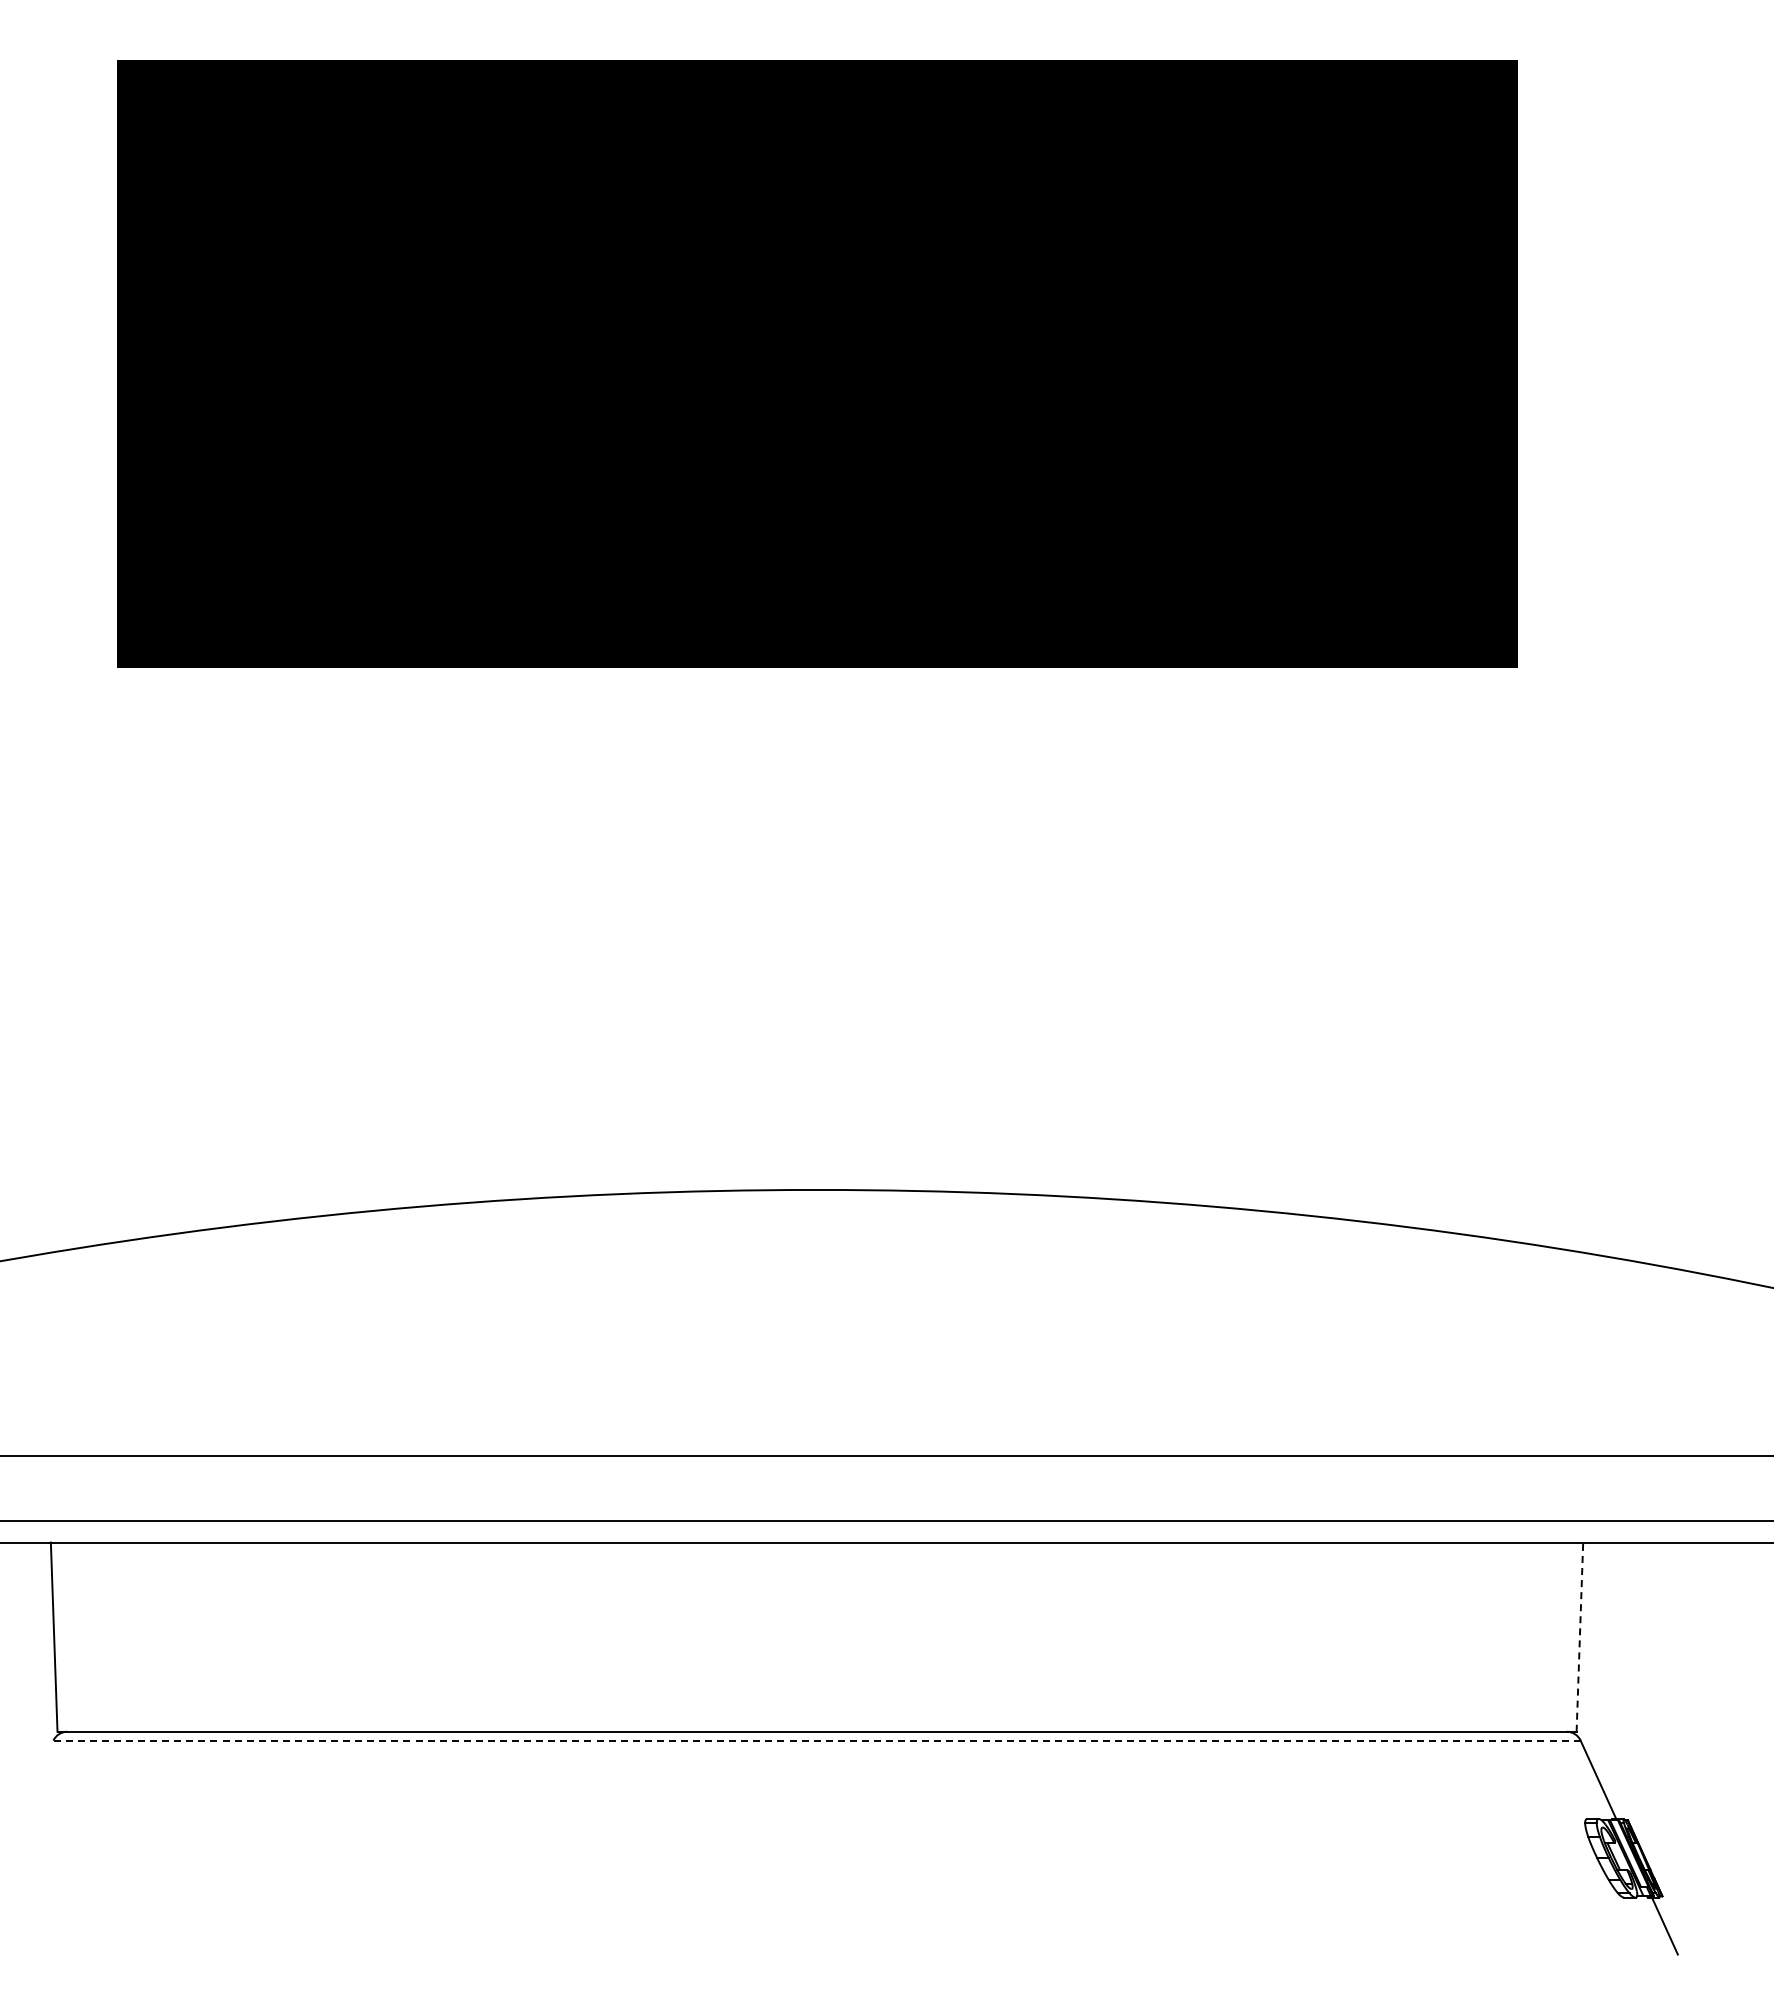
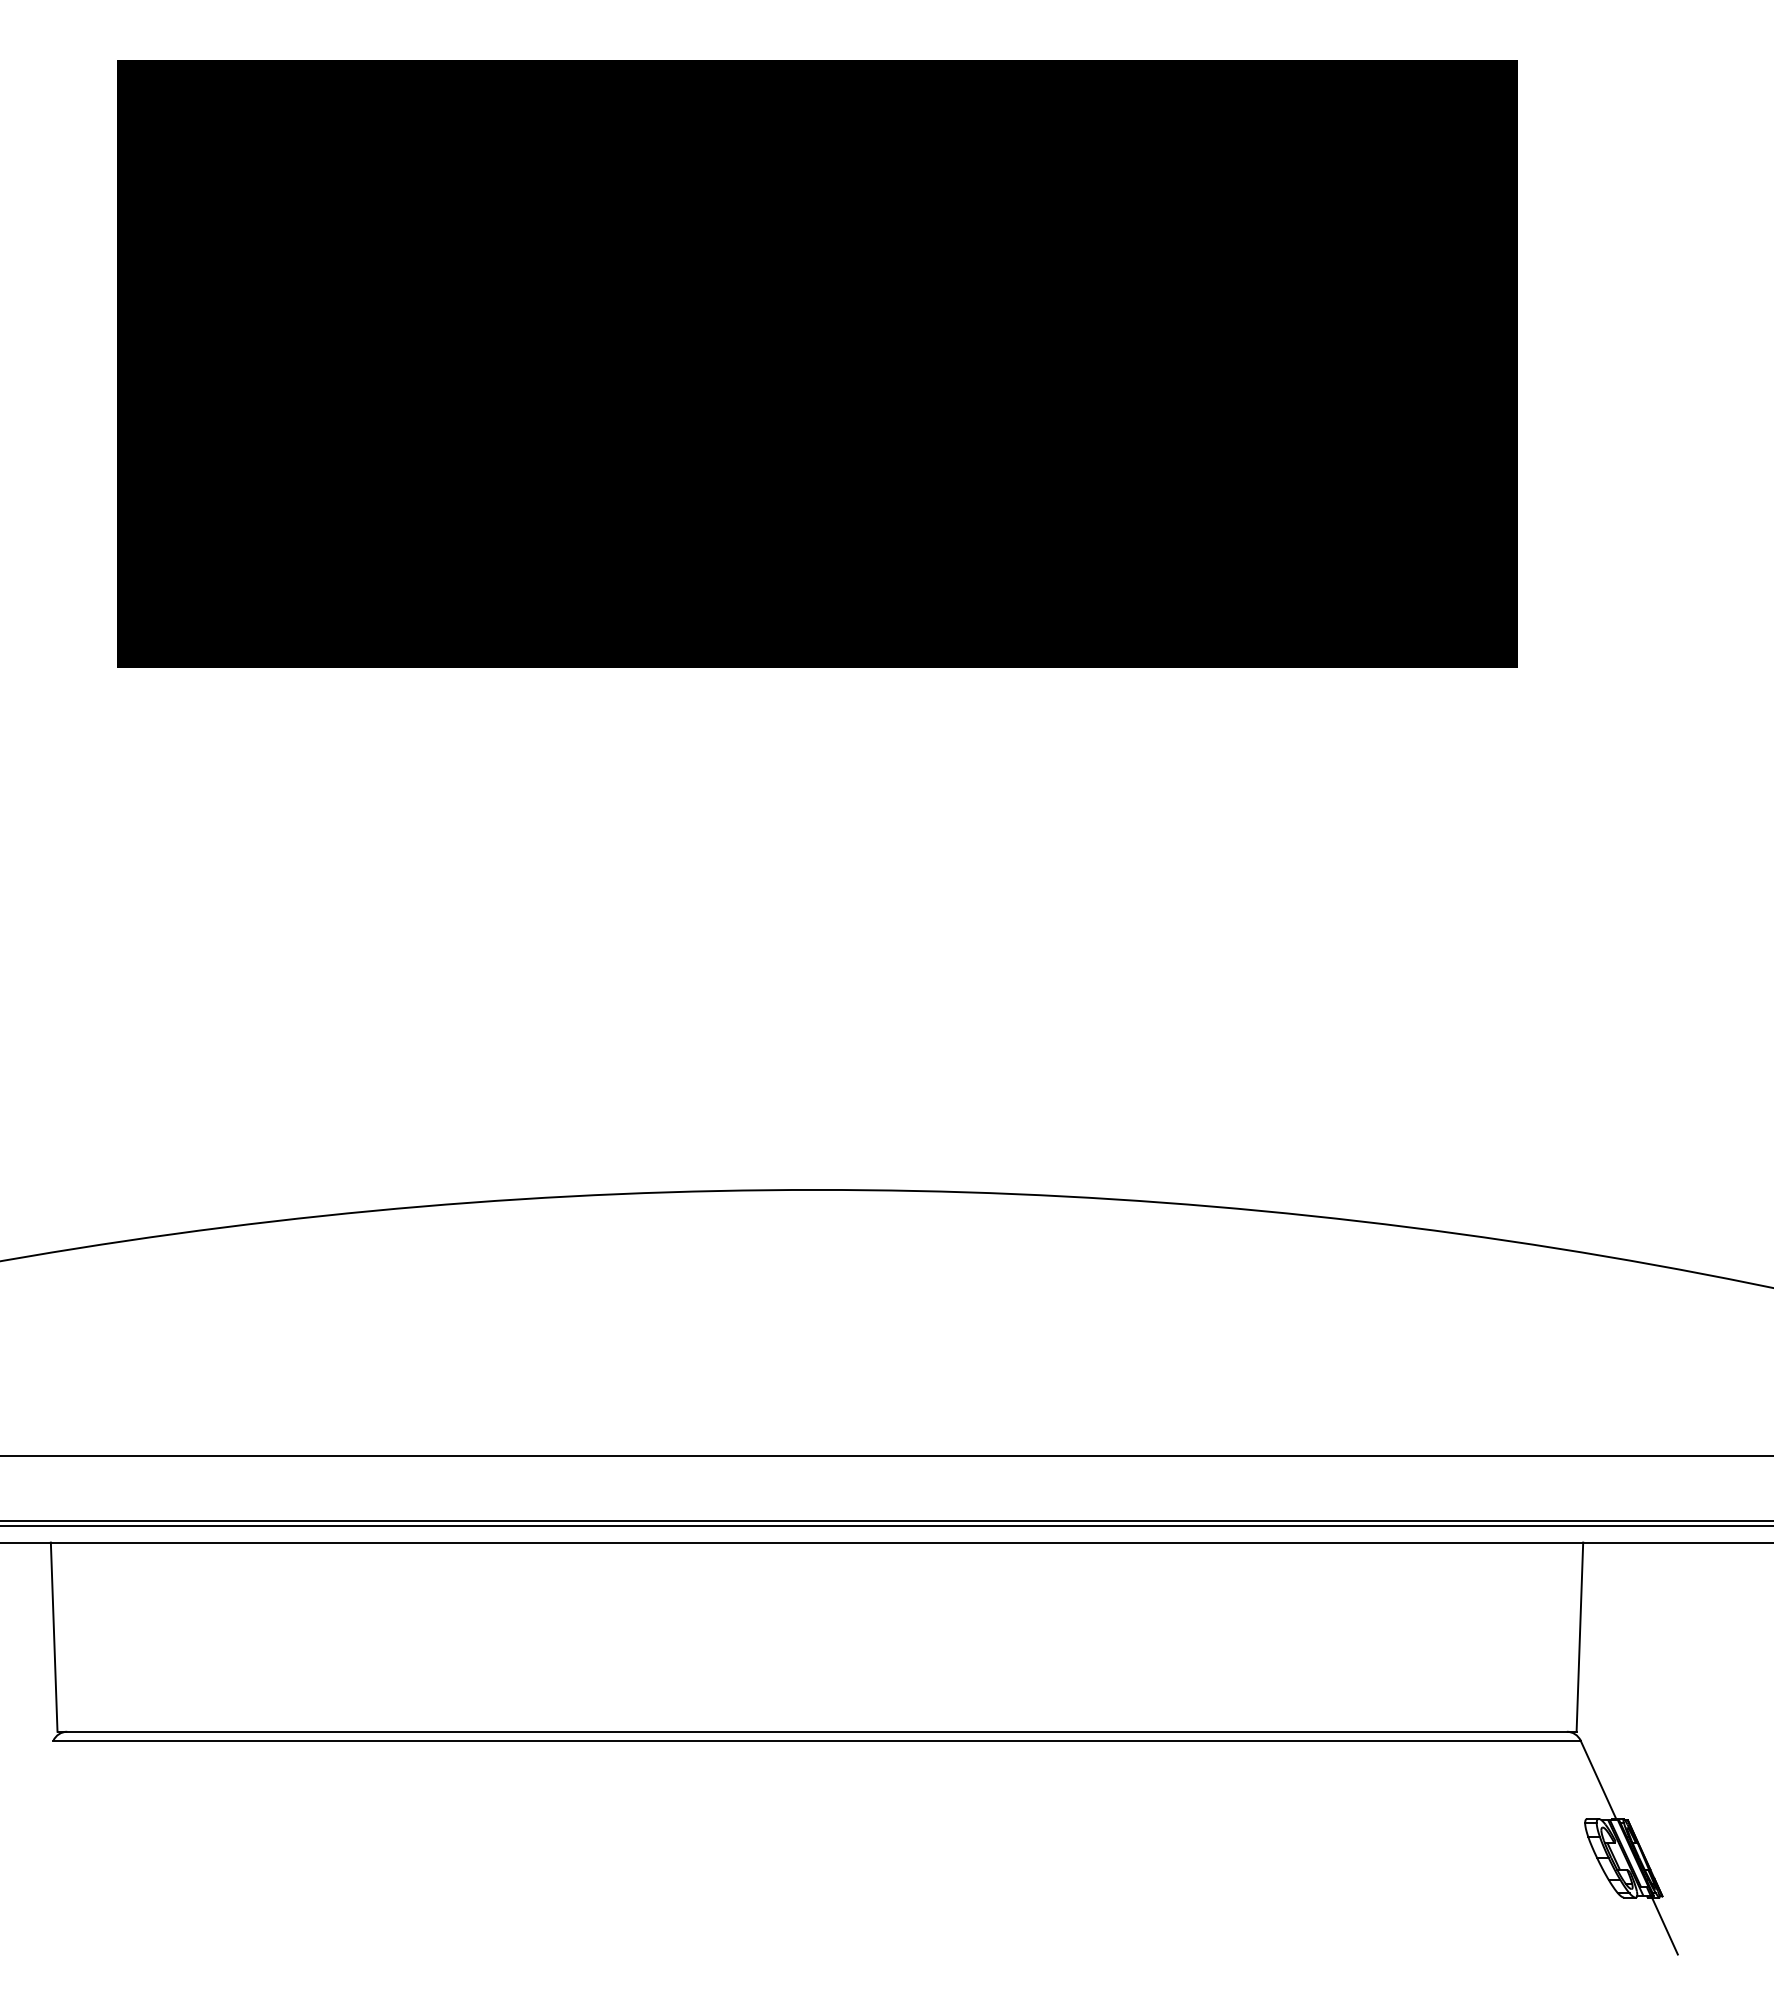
line at (886, 1525): none -> present
line at (1579, 1637): dashed -> solid
line at (817, 1740): dashed -> solid
